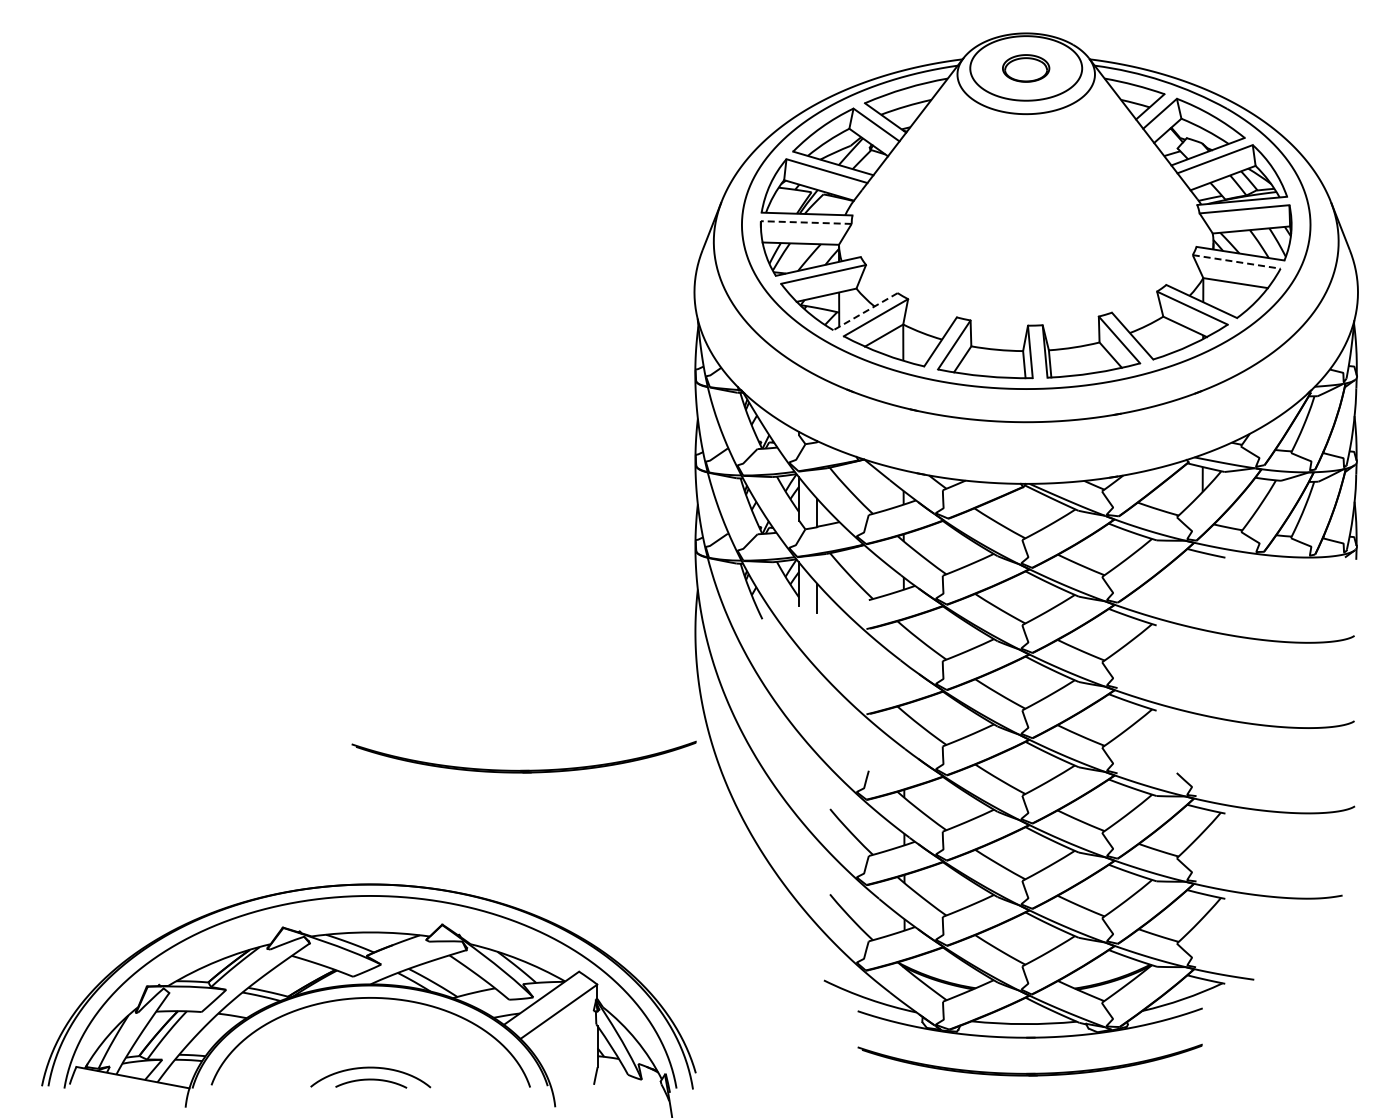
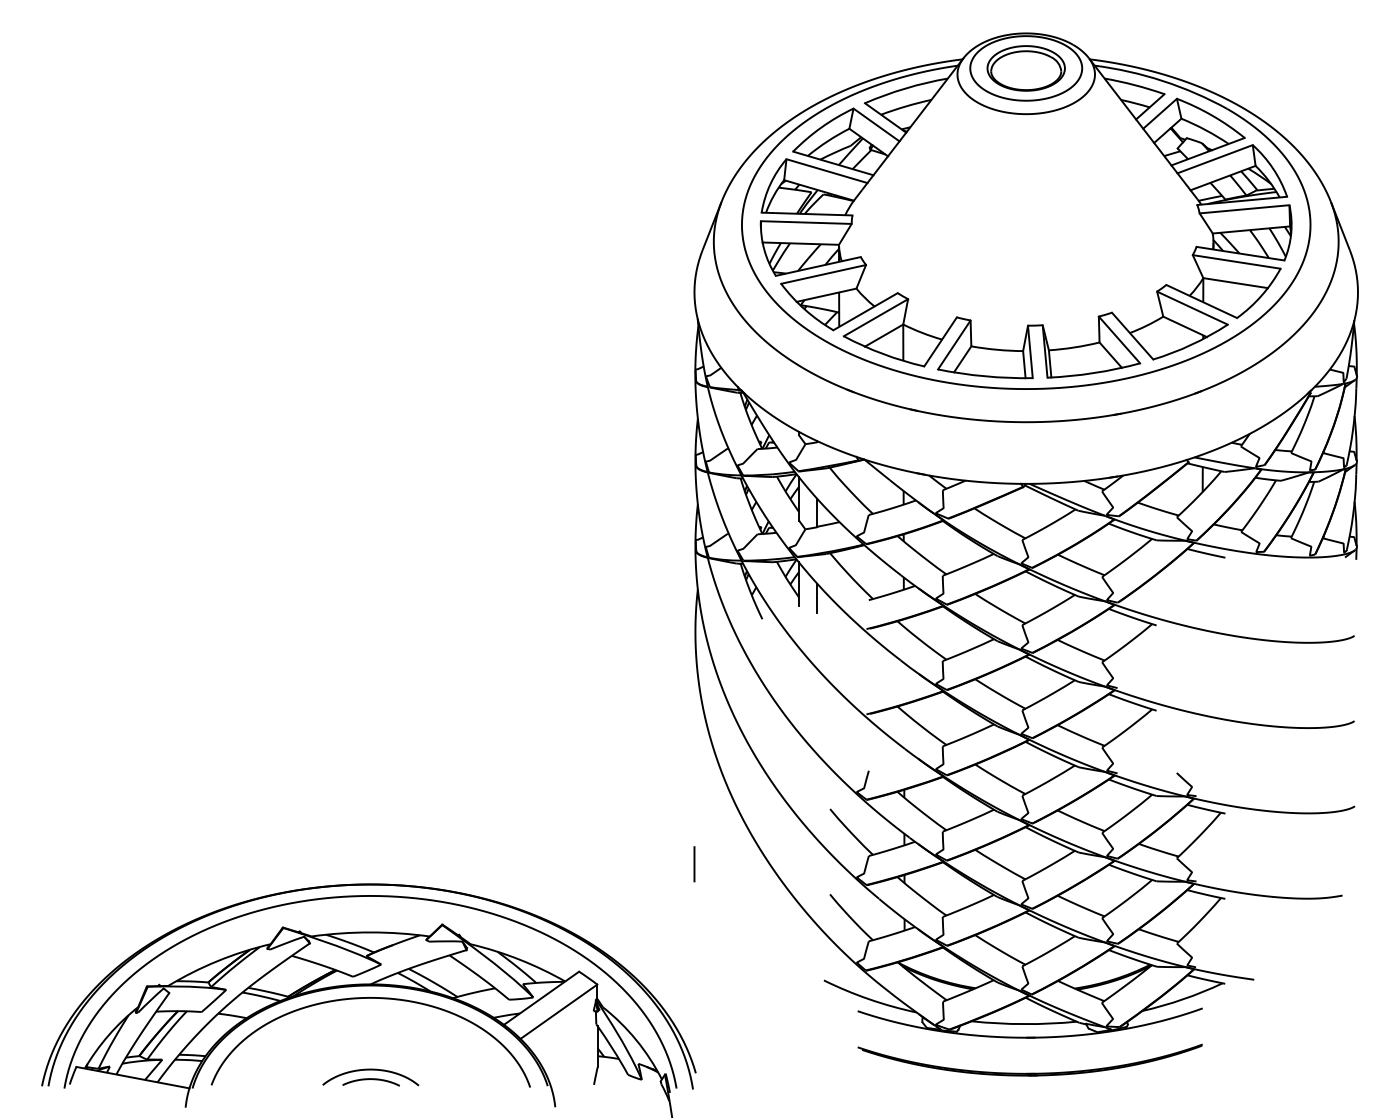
part at (1026, 68) size: 49x29 px -> 80x47 px
line at (805, 222): dashed -> solid
line at (1237, 262): dashed -> solid
line at (865, 311): dashed -> solid
part at (523, 769): present -> none
line at (694, 864): none -> present
part at (370, 1077) size: 122x23 px -> 98x19 px
